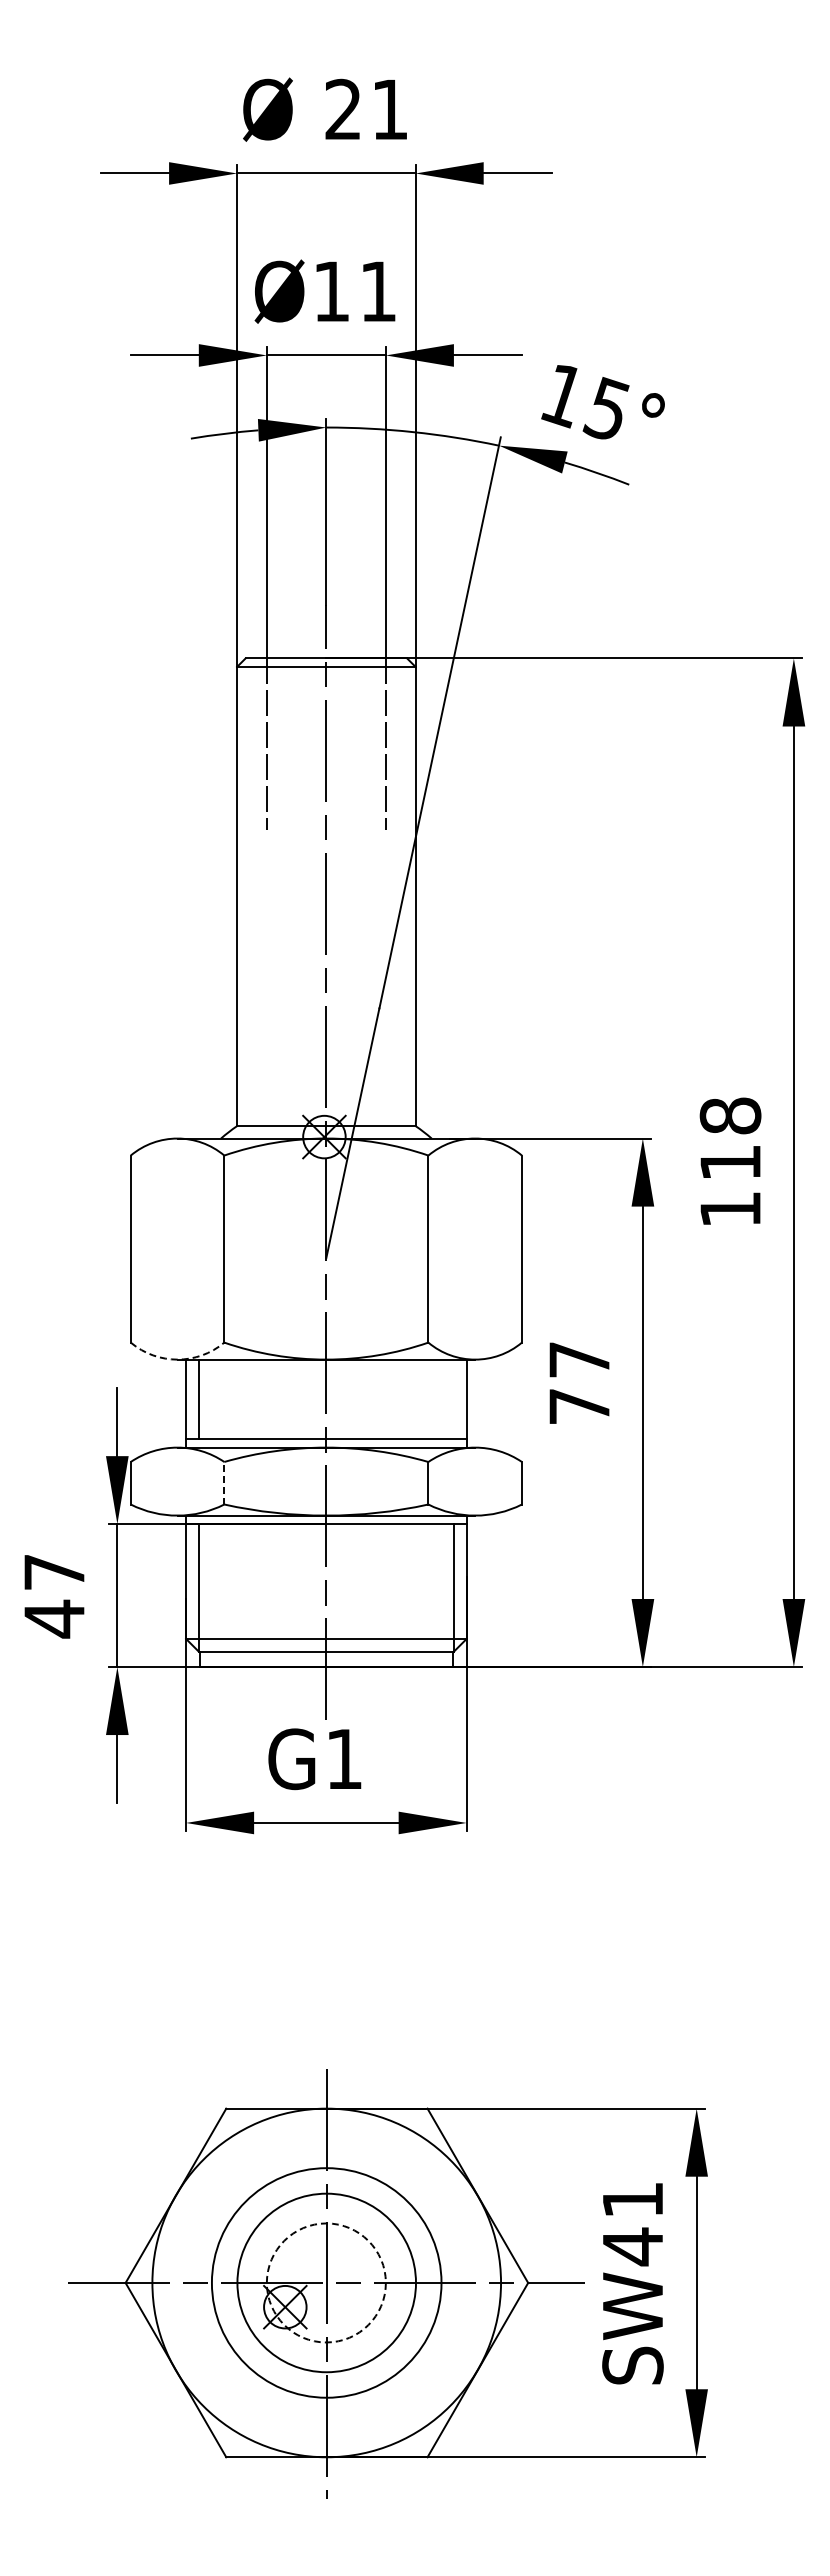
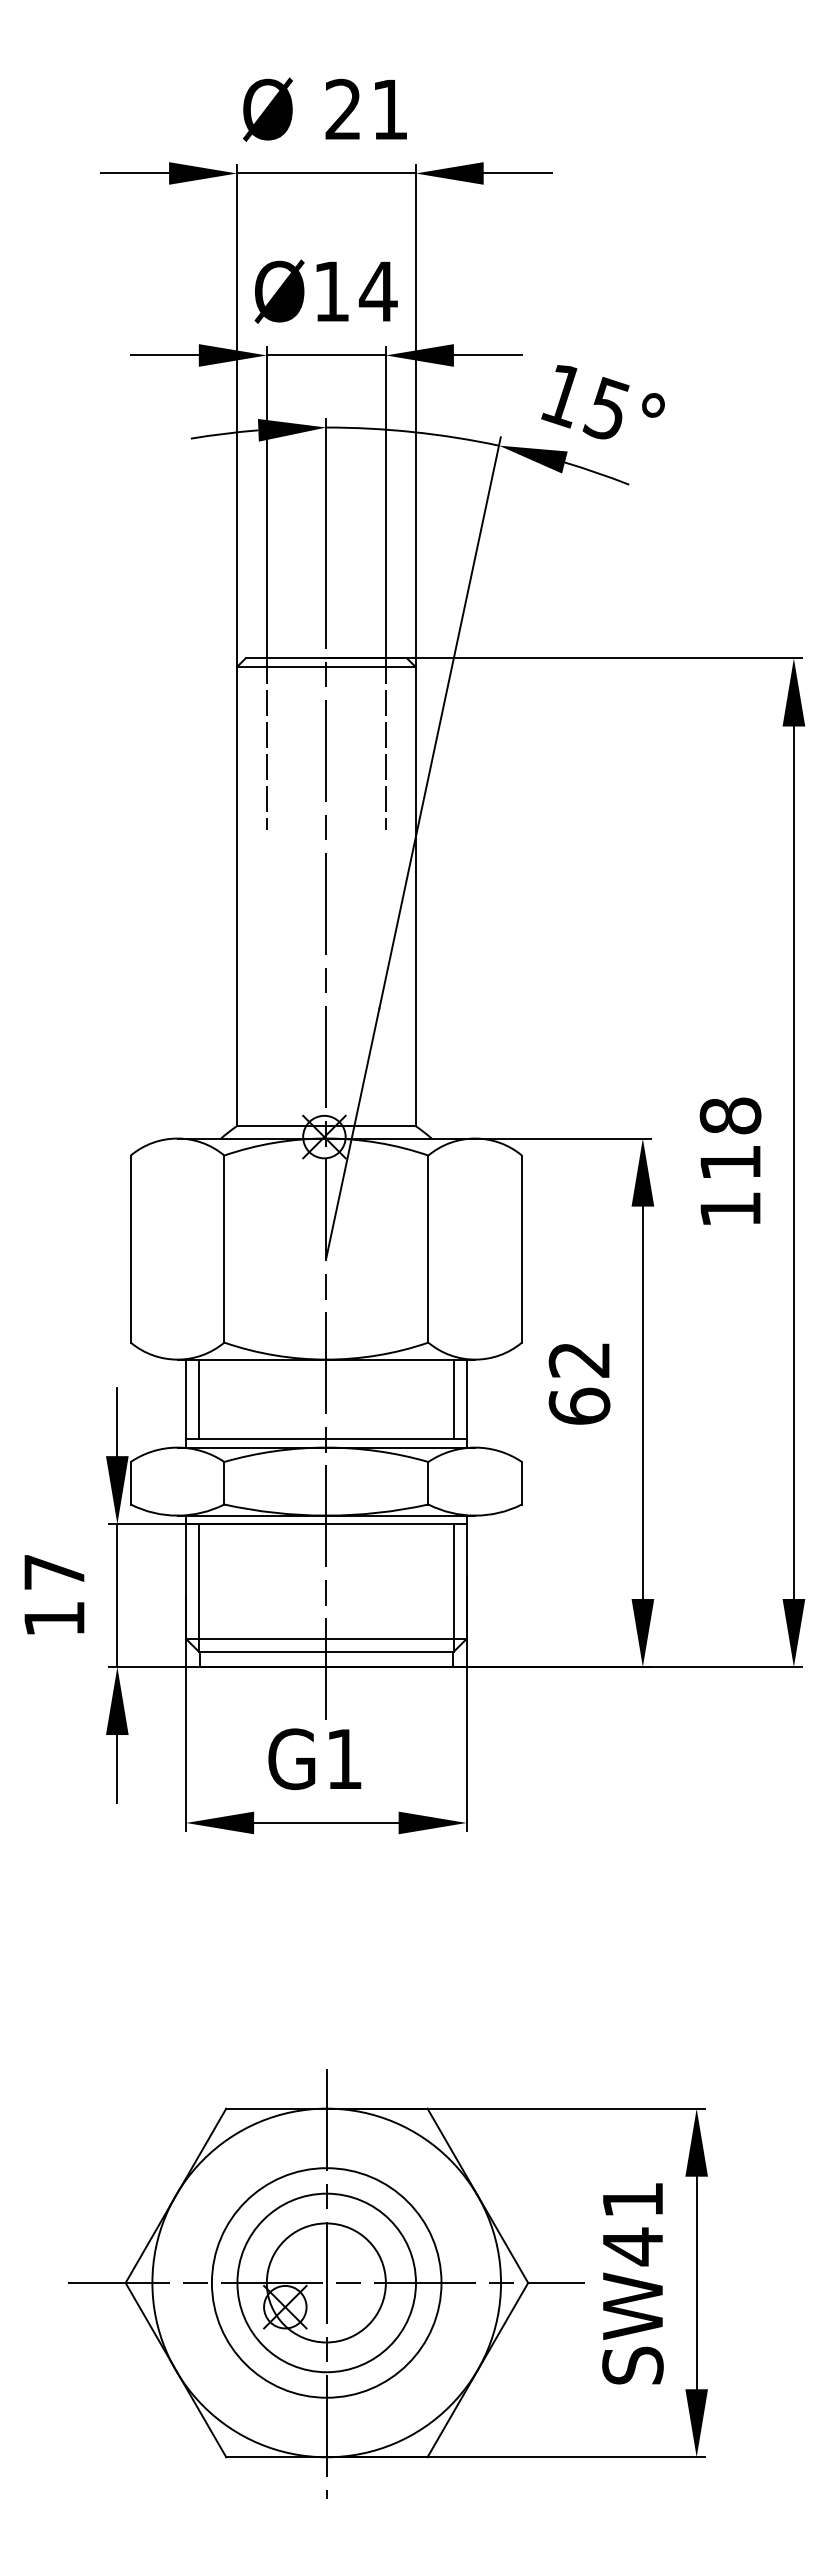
text at (377, 291): Ø11 -> Ø14
arc at (177, 1359): dashed -> solid
text at (579, 1383): 77 -> 62
line at (453, 1399): none -> present
line at (224, 1482): dashed -> solid
text at (54, 1618): 47 -> 17
circle at (325, 2282): dashed -> solid
